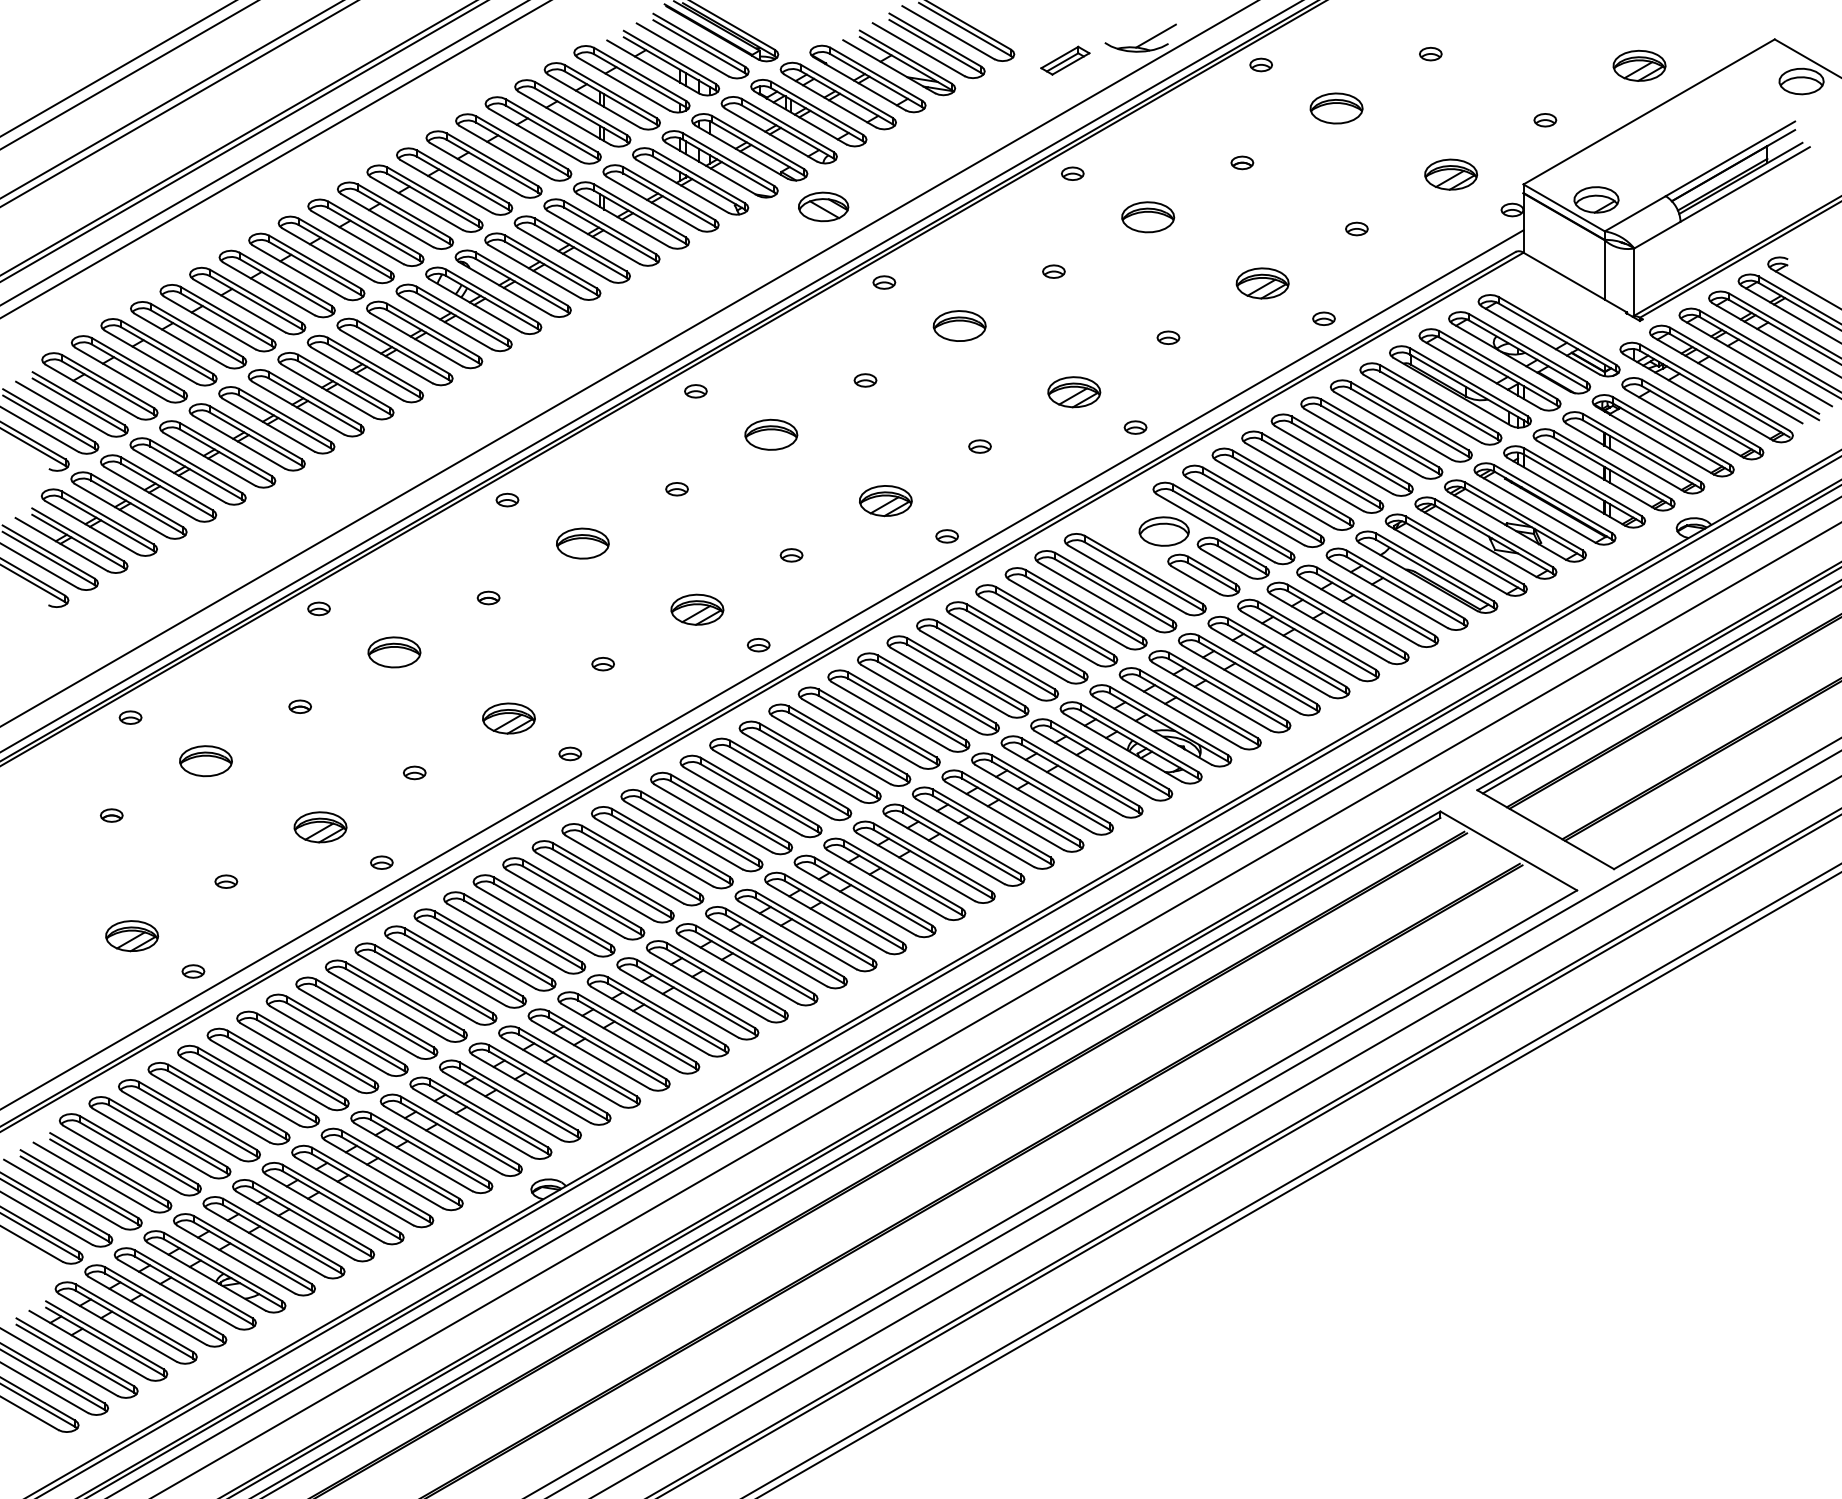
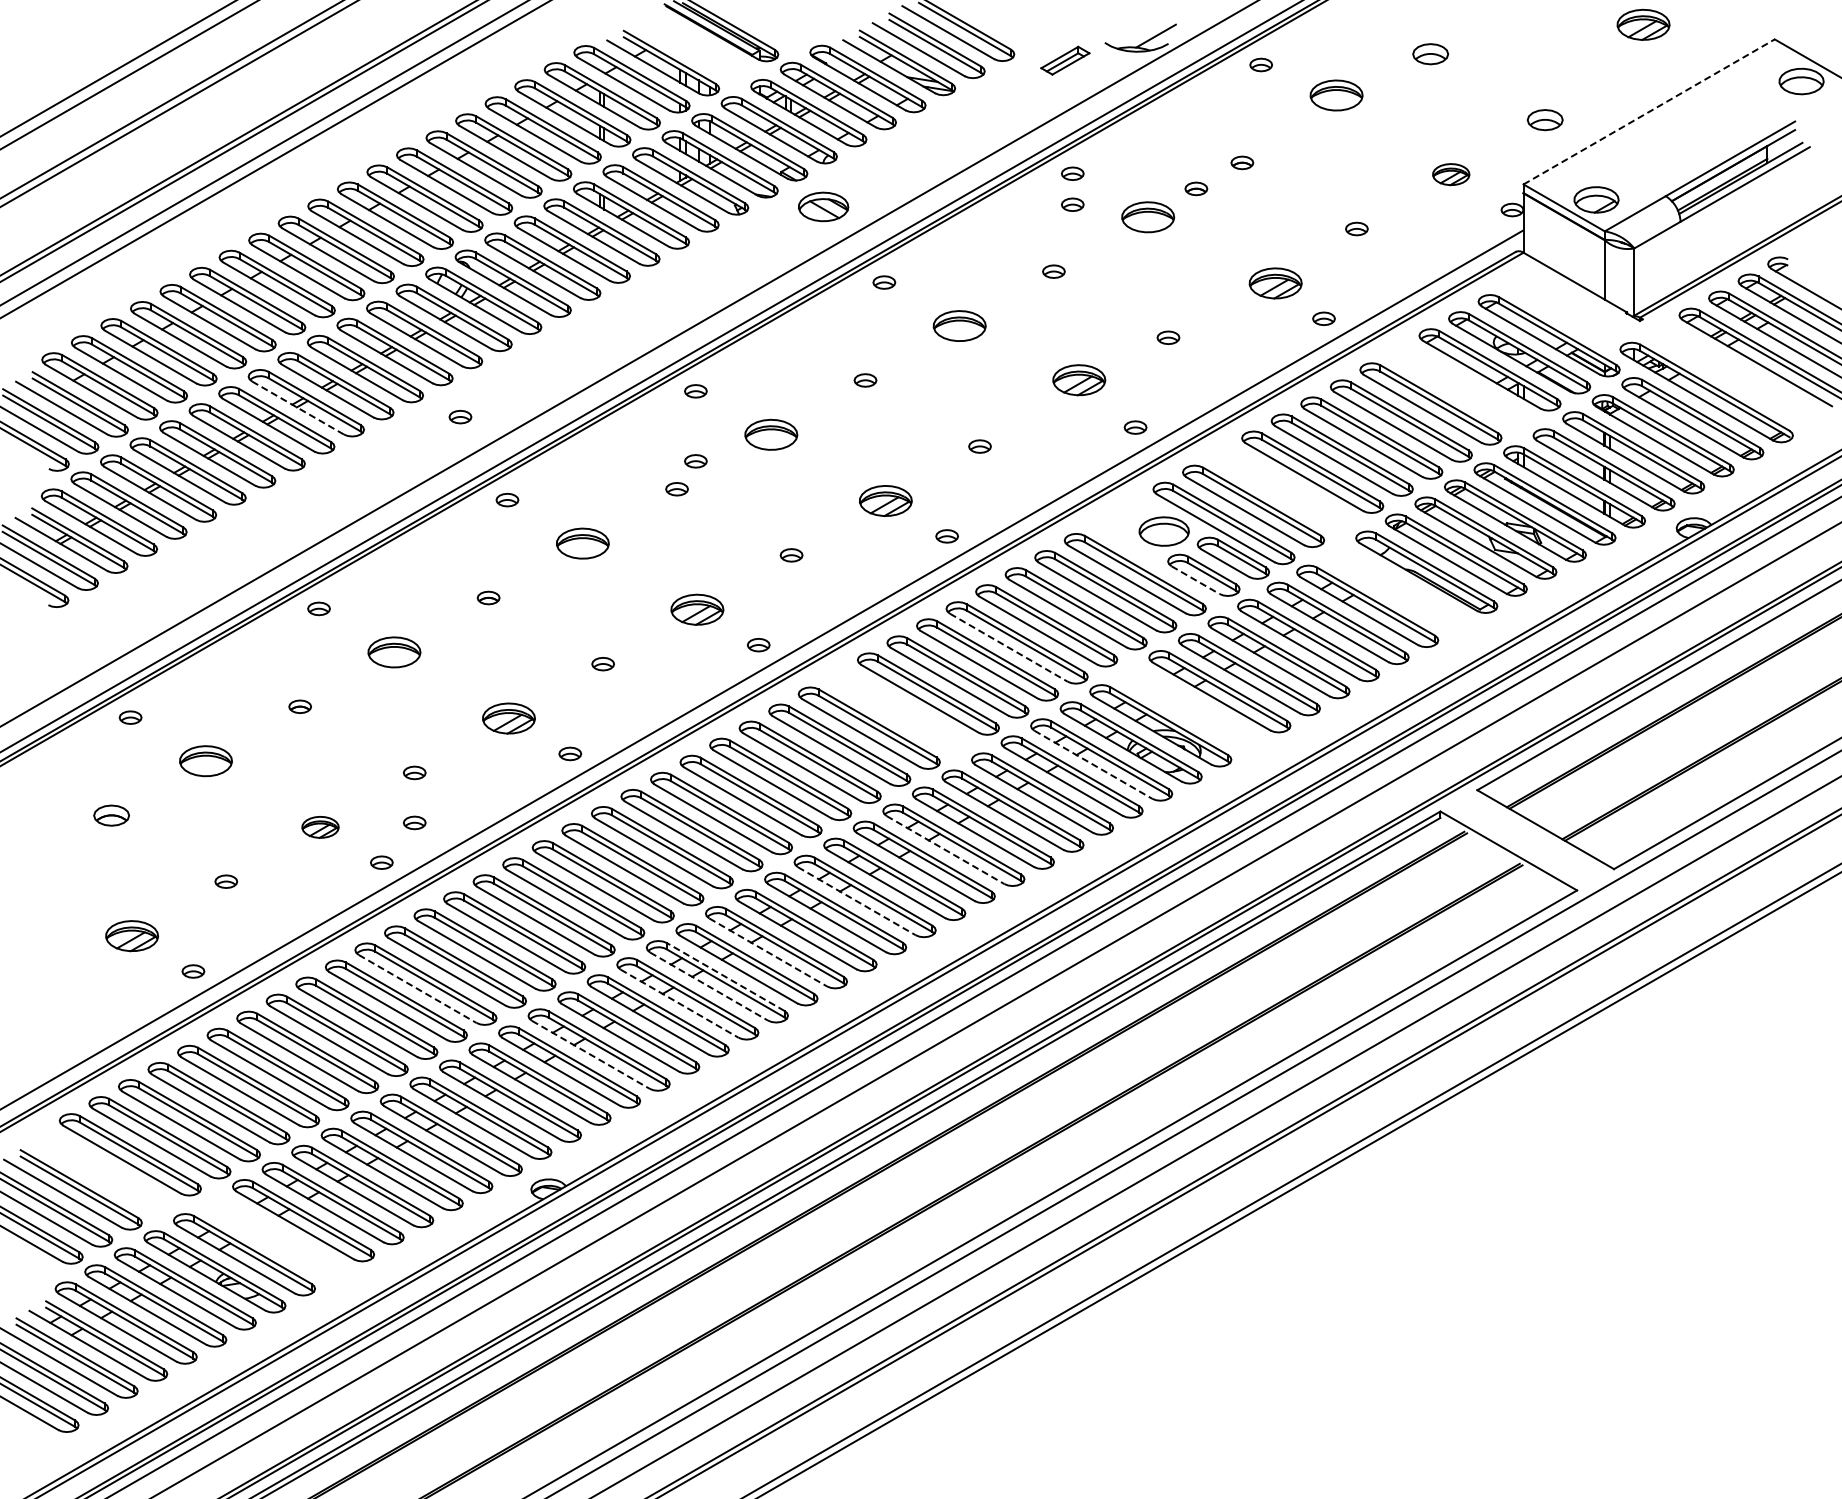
part at (692, 45): present -> none
part at (1430, 53) size: 24x16 px -> 38x23 px
part at (1639, 65) position: (1639, 65) -> (1643, 24)
part at (1336, 108) position: (1336, 108) -> (1336, 95)
line at (1649, 111): solid -> dashed
part at (1545, 120) size: 25x15 px -> 38x23 px
part at (1451, 174) size: 55x33 px -> 39x24 px
part at (1196, 188): none -> present
part at (1072, 204): none -> present
part at (1262, 283) position: (1262, 283) -> (1275, 283)
part at (1734, 374): present -> none
part at (1460, 386): present -> none
part at (1074, 392) position: (1074, 392) -> (1079, 380)
line at (298, 408): solid -> dashed
part at (460, 416): none -> present
part at (695, 461): none -> present
part at (1282, 488): present -> none
line at (1195, 580): solid -> dashed
part at (1396, 588): present -> none
line at (1008, 647): solid -> dashed
line at (1660, 690): present -> none
part at (1189, 708): present -> none
part at (898, 710): present -> none
line at (1093, 764): solid -> dashed
part at (111, 815) size: 24x15 px -> 38x23 px
part at (414, 822): none -> present
part at (320, 827) size: 55x33 px -> 39x23 px
line at (945, 850): solid -> dashed
line at (856, 901): solid -> dashed
line at (768, 952): solid -> dashed
line at (725, 976): solid -> dashed
line at (709, 986): solid -> dashed
line at (417, 988): solid -> dashed
line at (679, 1003): solid -> dashed
line at (590, 1054): solid -> dashed
part at (102, 1172): present -> none
part at (273, 1237): present -> none
